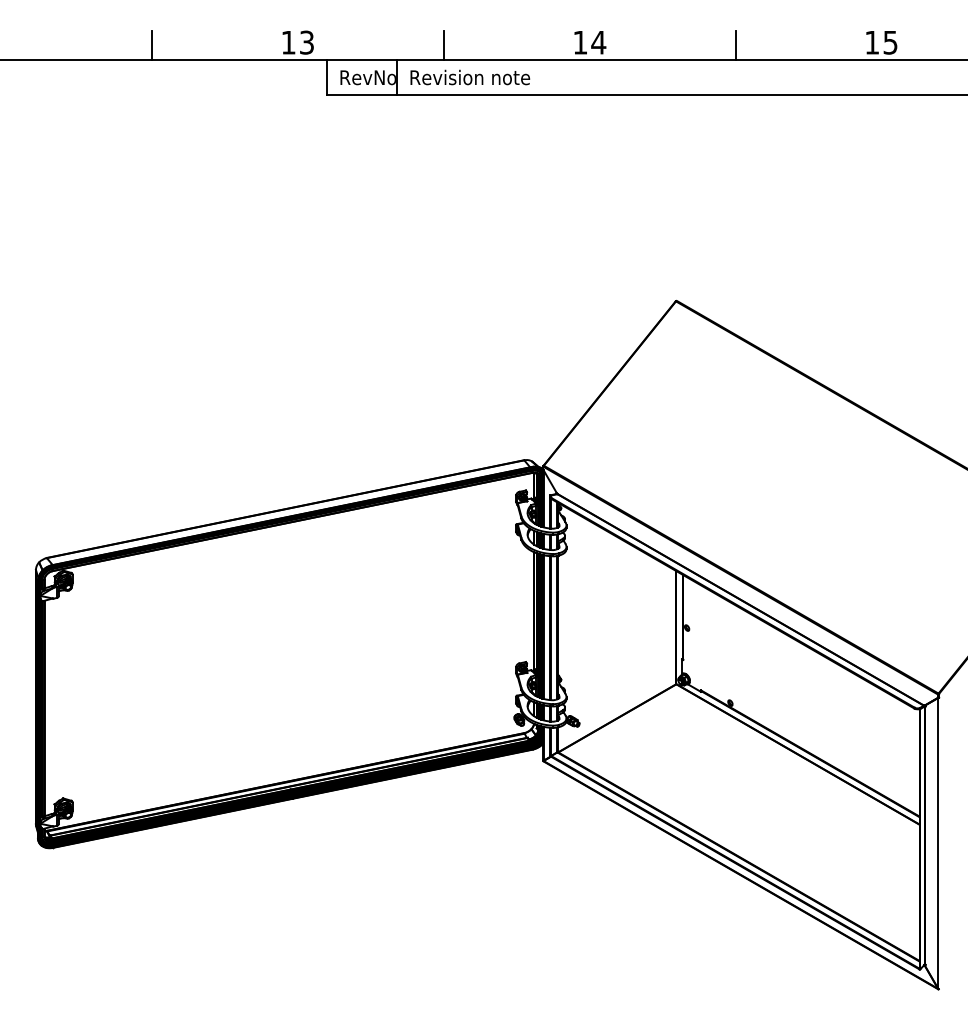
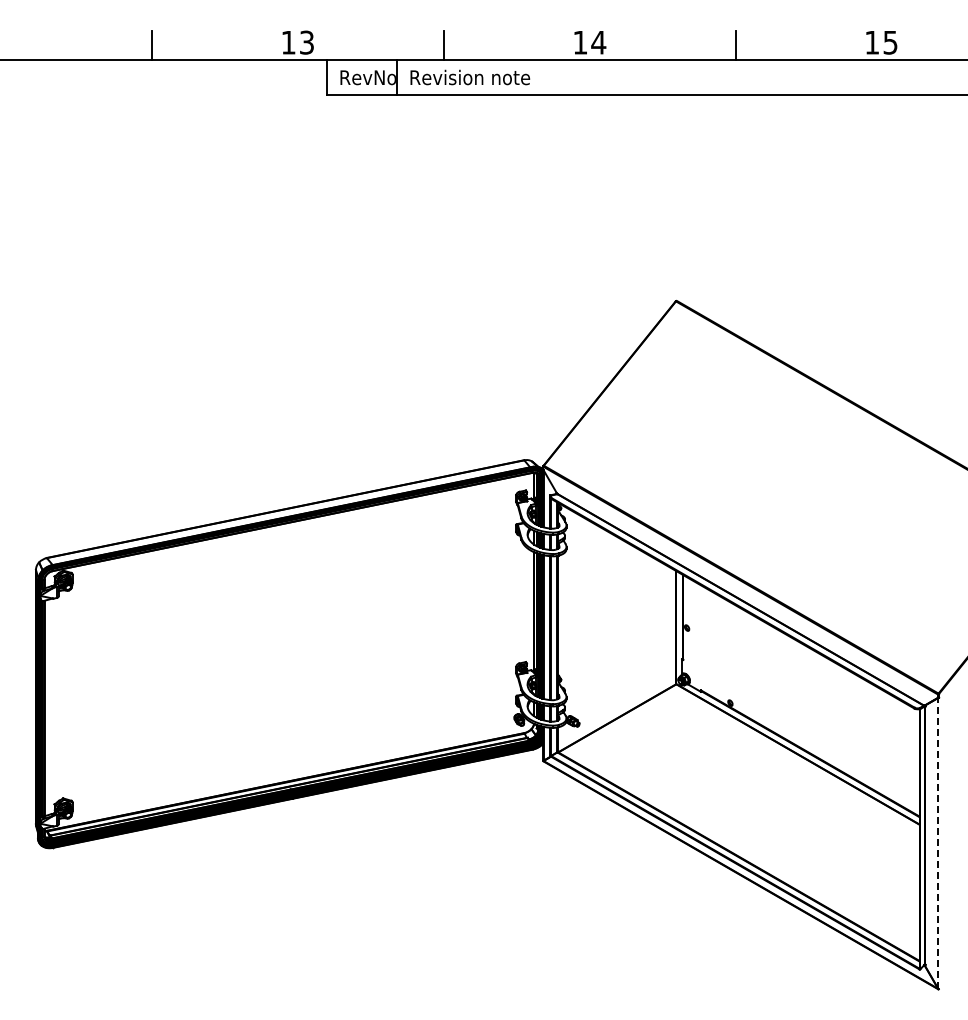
line at (938, 842): solid -> dashed
